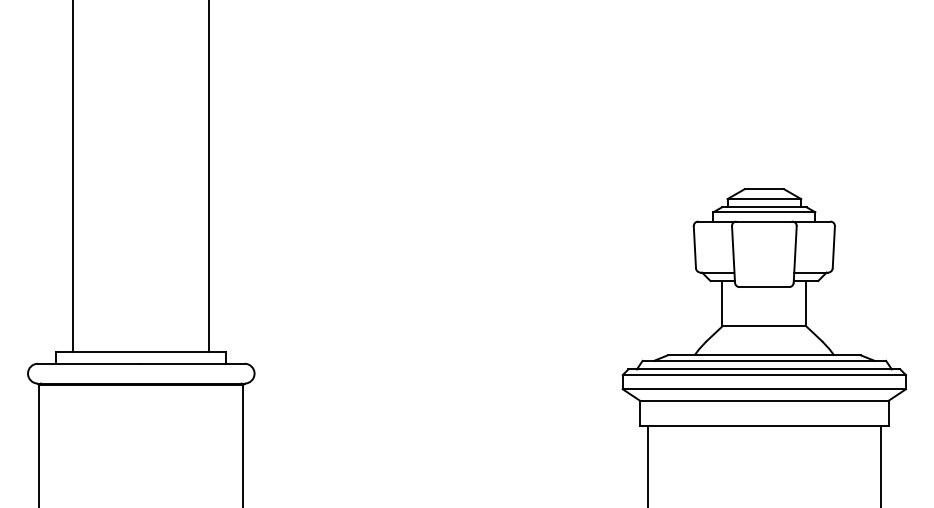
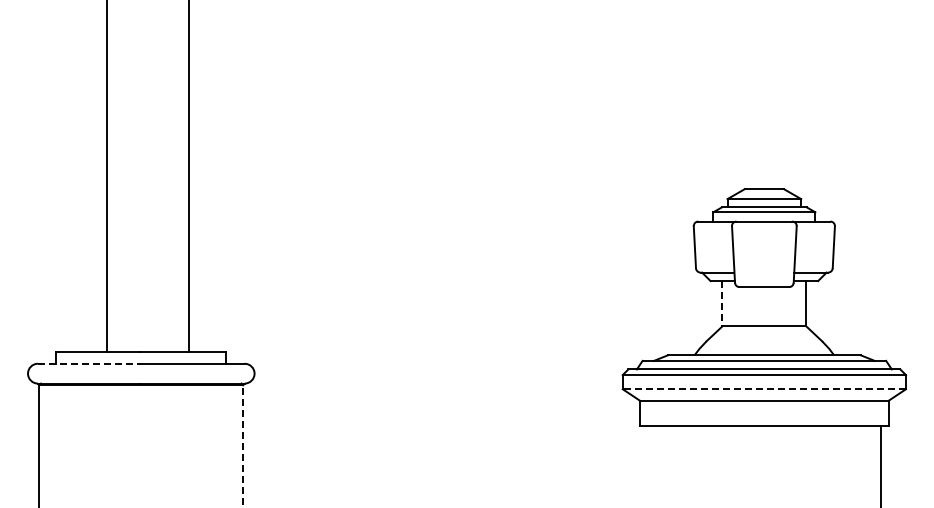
line at (73, 177) position: (73, 177) -> (107, 177)
line at (209, 177) position: (209, 177) -> (189, 177)
line at (722, 303): solid -> dashed
line at (89, 363): solid -> dashed
line at (764, 389): solid -> dashed
line at (243, 446): solid -> dashed
line at (648, 465): present -> none
